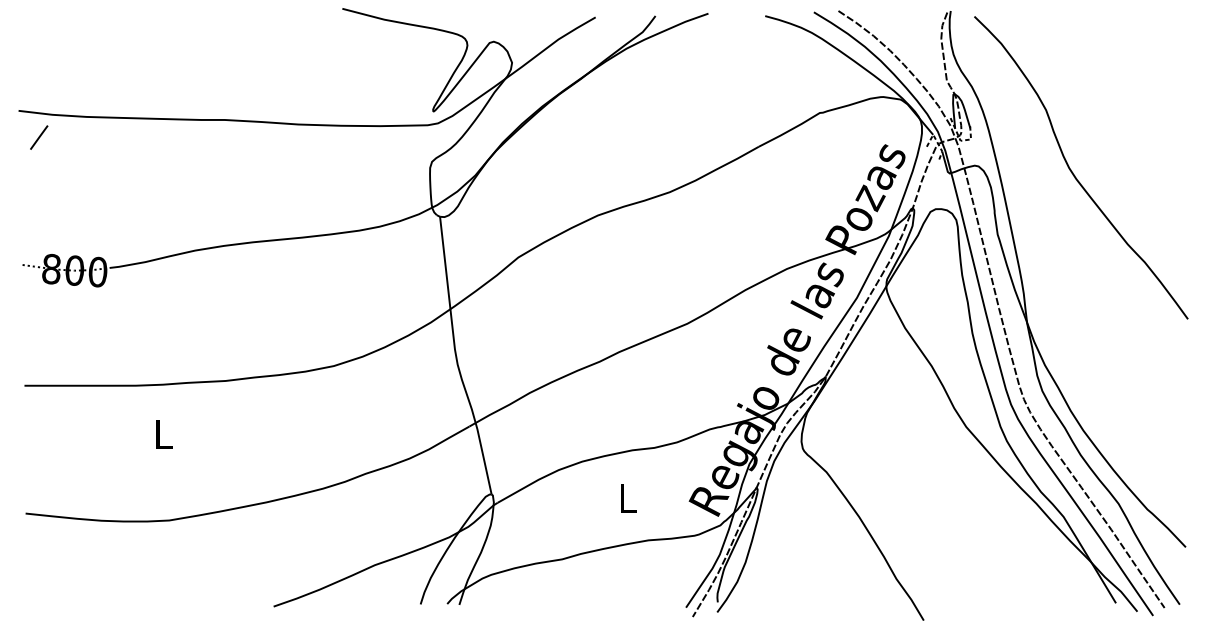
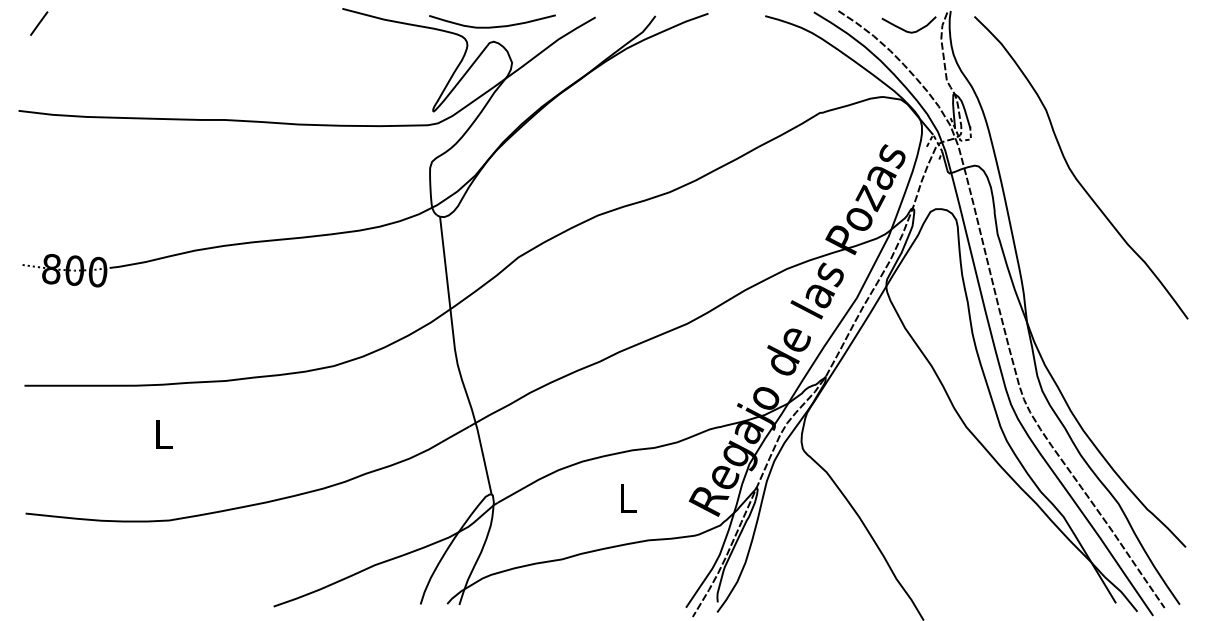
curve at (492, 26): none -> present
curve at (906, 30): none -> present
line at (39, 137) position: (39, 137) -> (39, 23)
